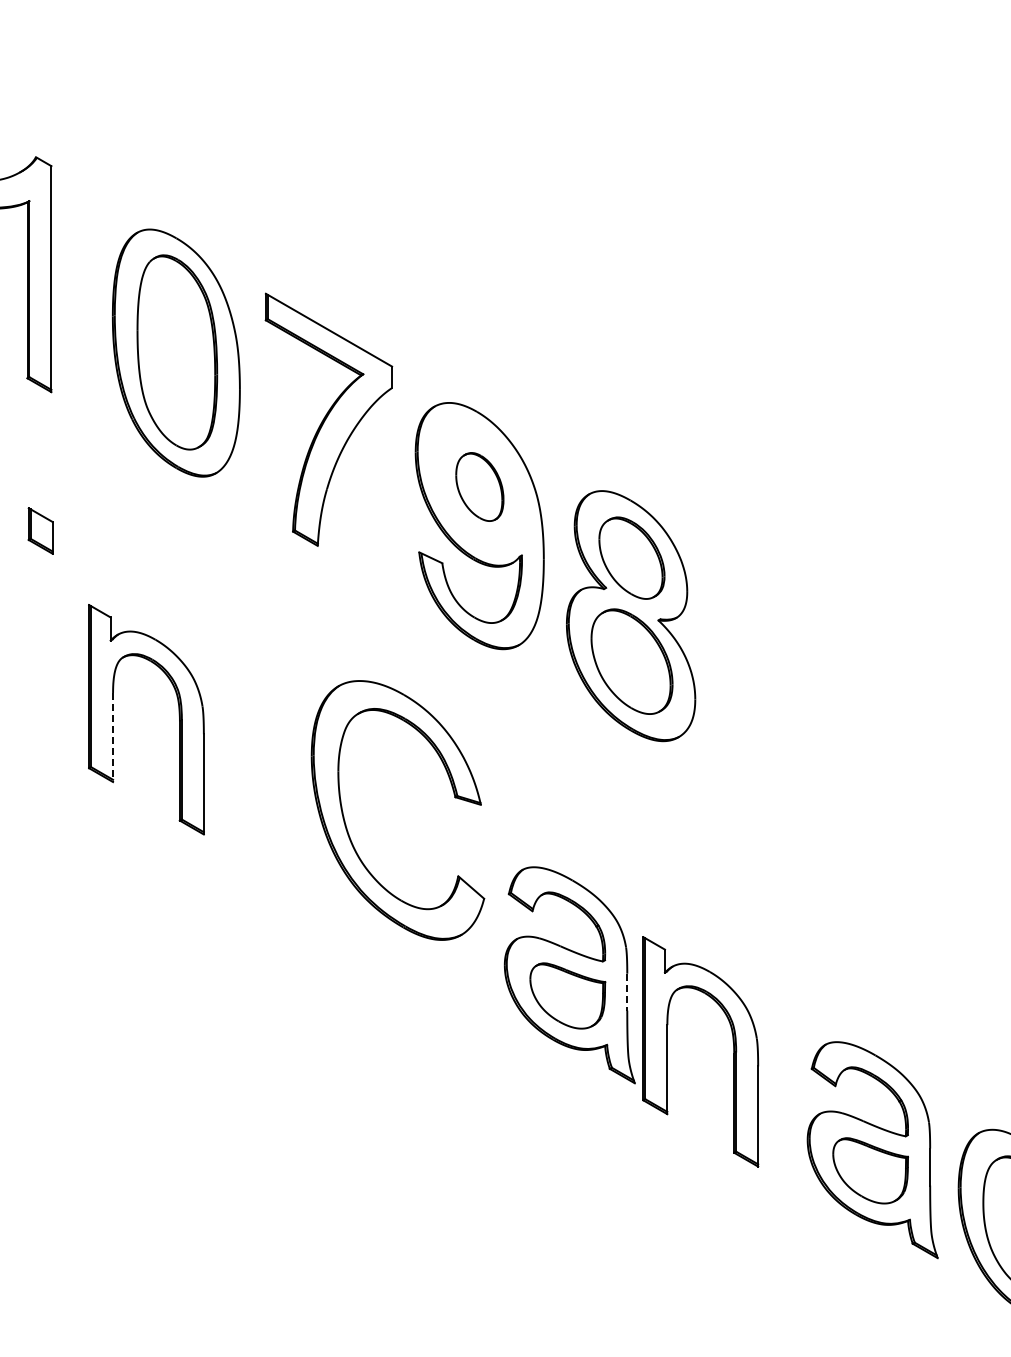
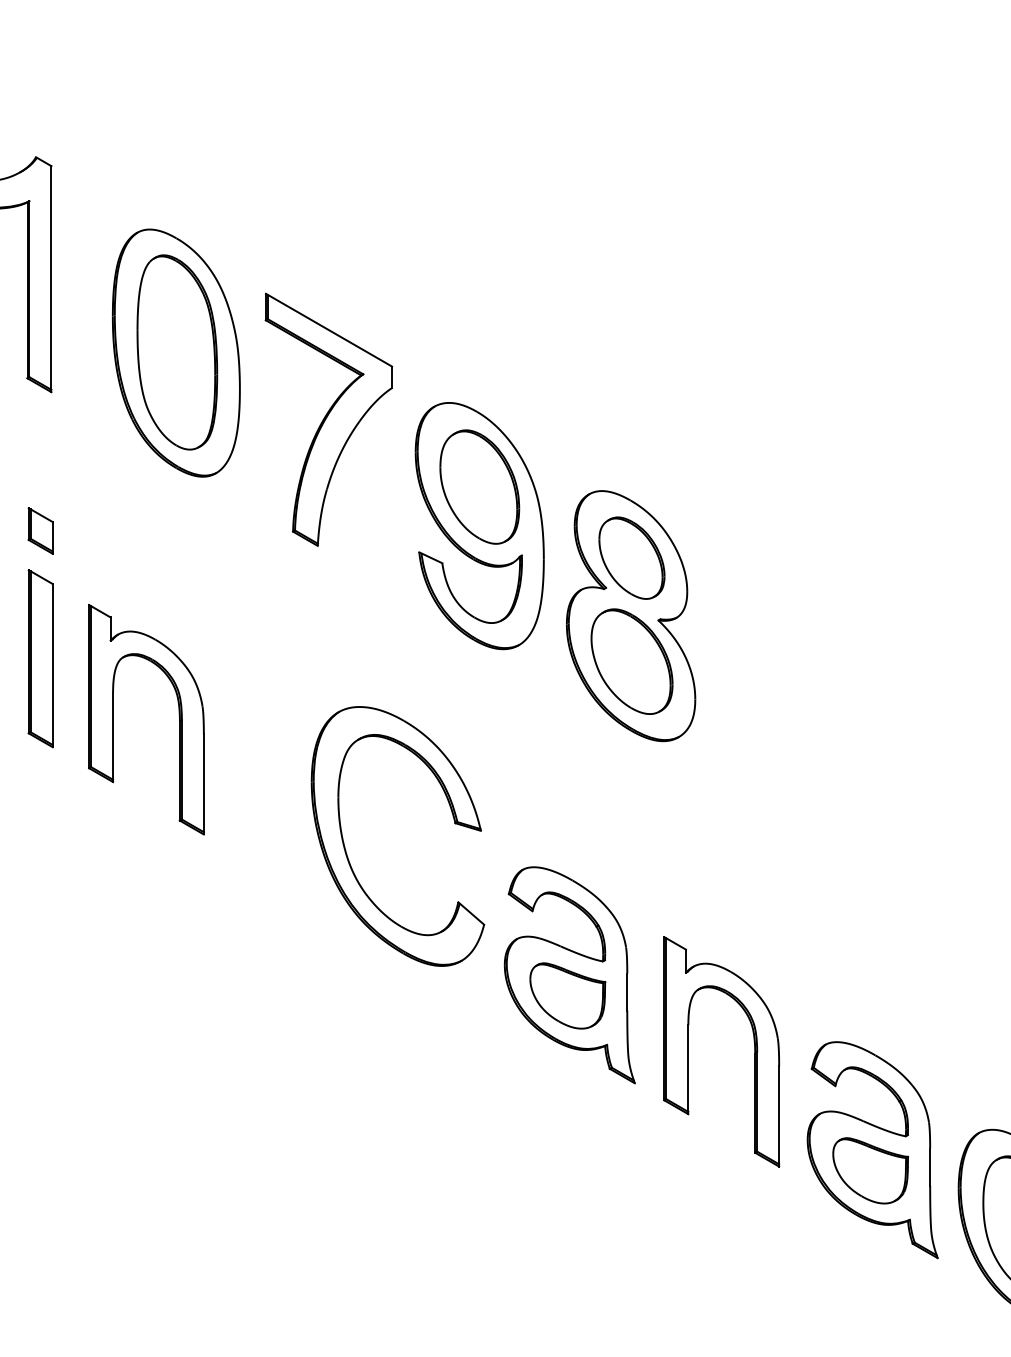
part at (479, 486) size: 50x70 px -> 82x116 px
part at (40, 658): none -> present
line at (113, 737): dashed -> solid
part at (346, 824) position: (346, 824) -> (346, 850)
line at (627, 992): dashed -> solid
part at (667, 1051) position: (667, 1051) -> (688, 1051)
